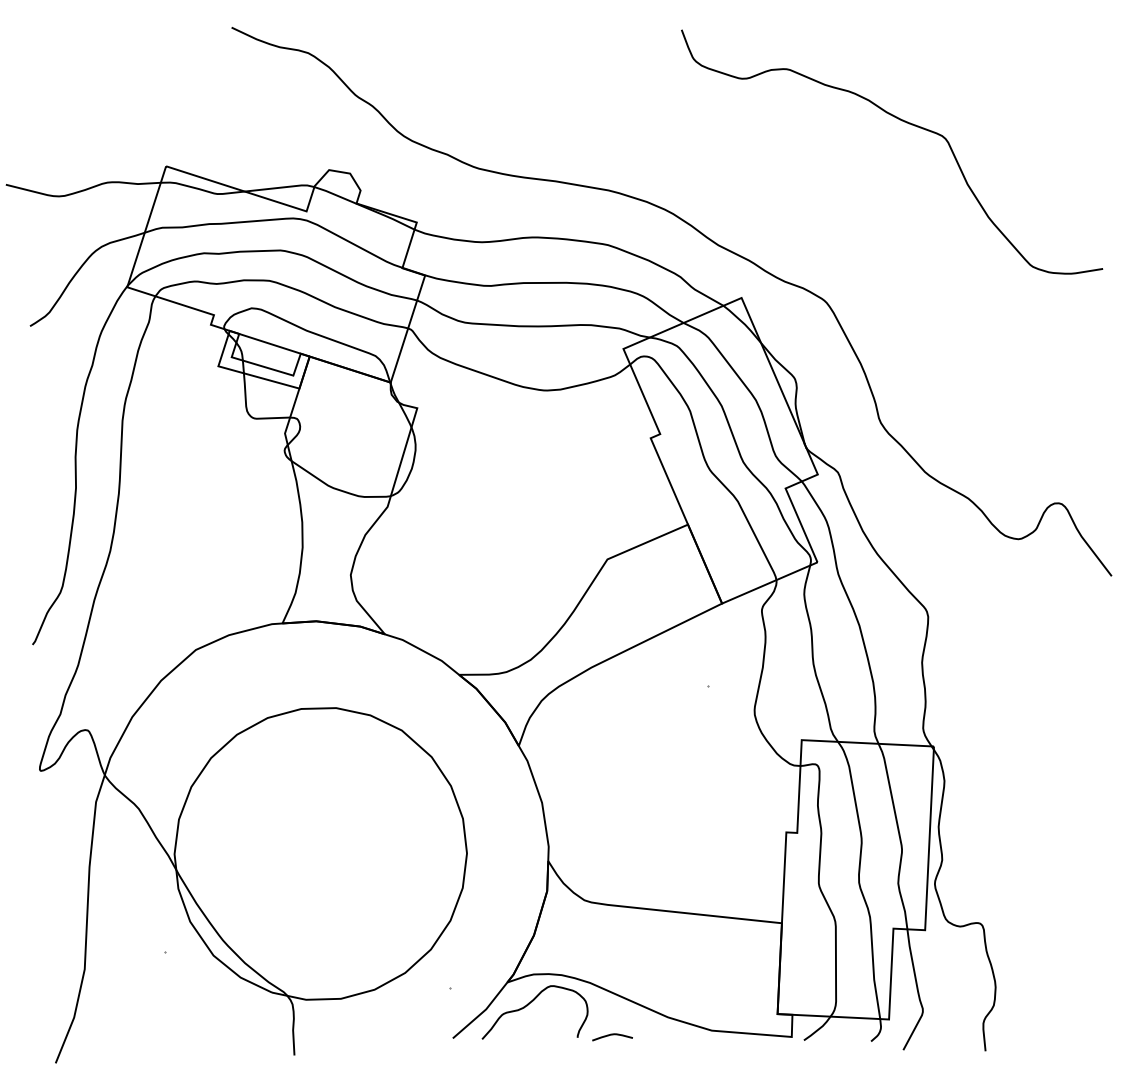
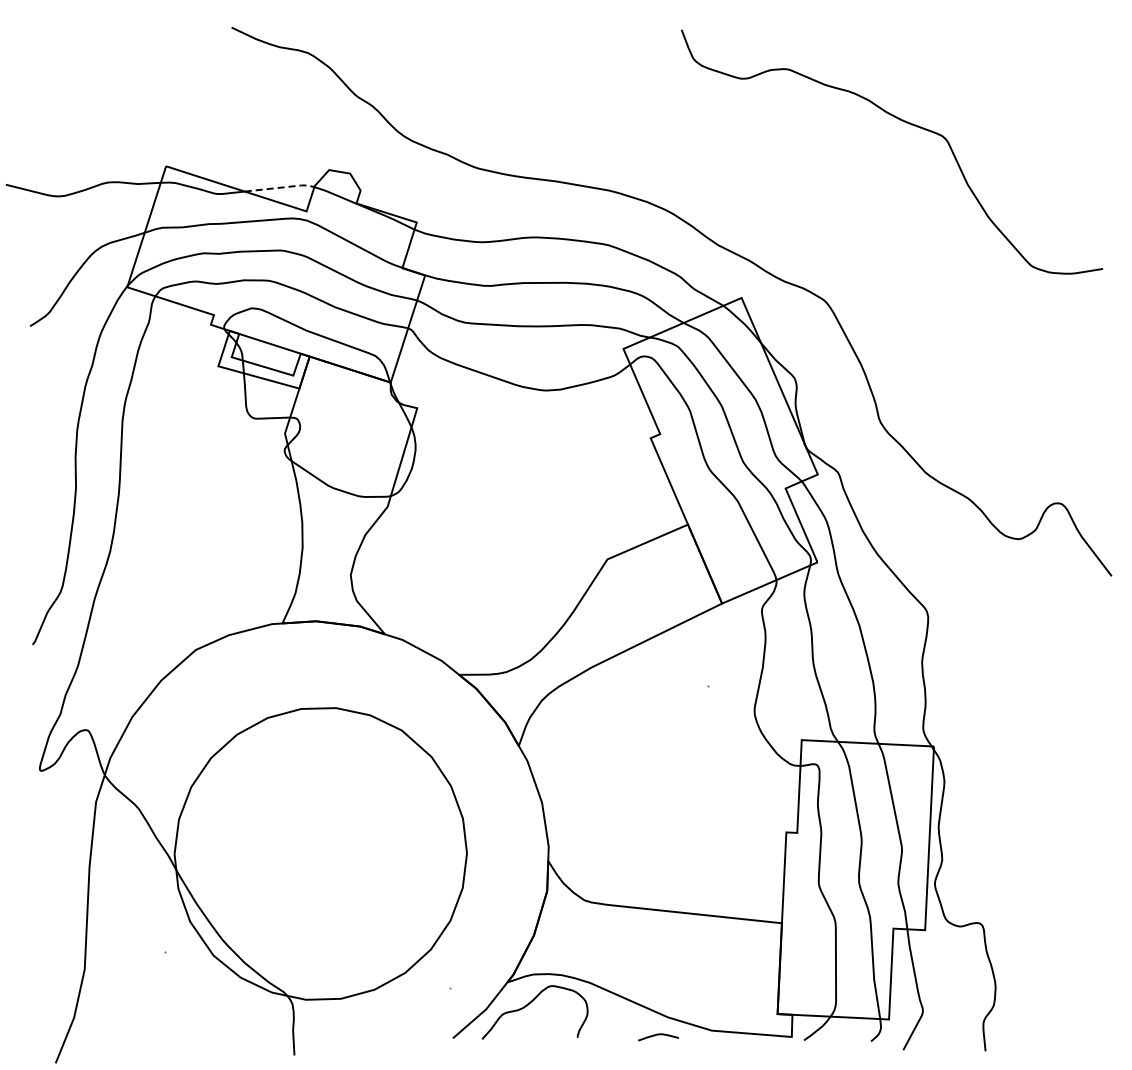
line at (281, 187): solid -> dashed
curve at (612, 1035) position: (612, 1035) -> (658, 1035)
